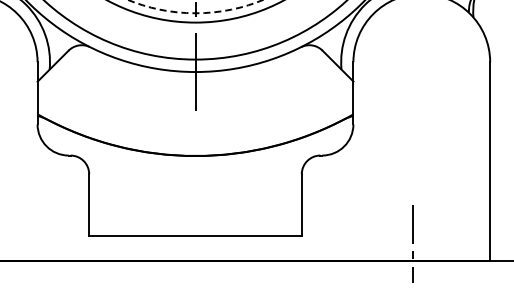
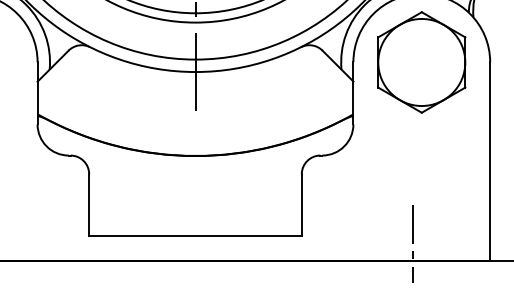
circle at (195, 6): dashed -> solid
part at (421, 62): none -> present
